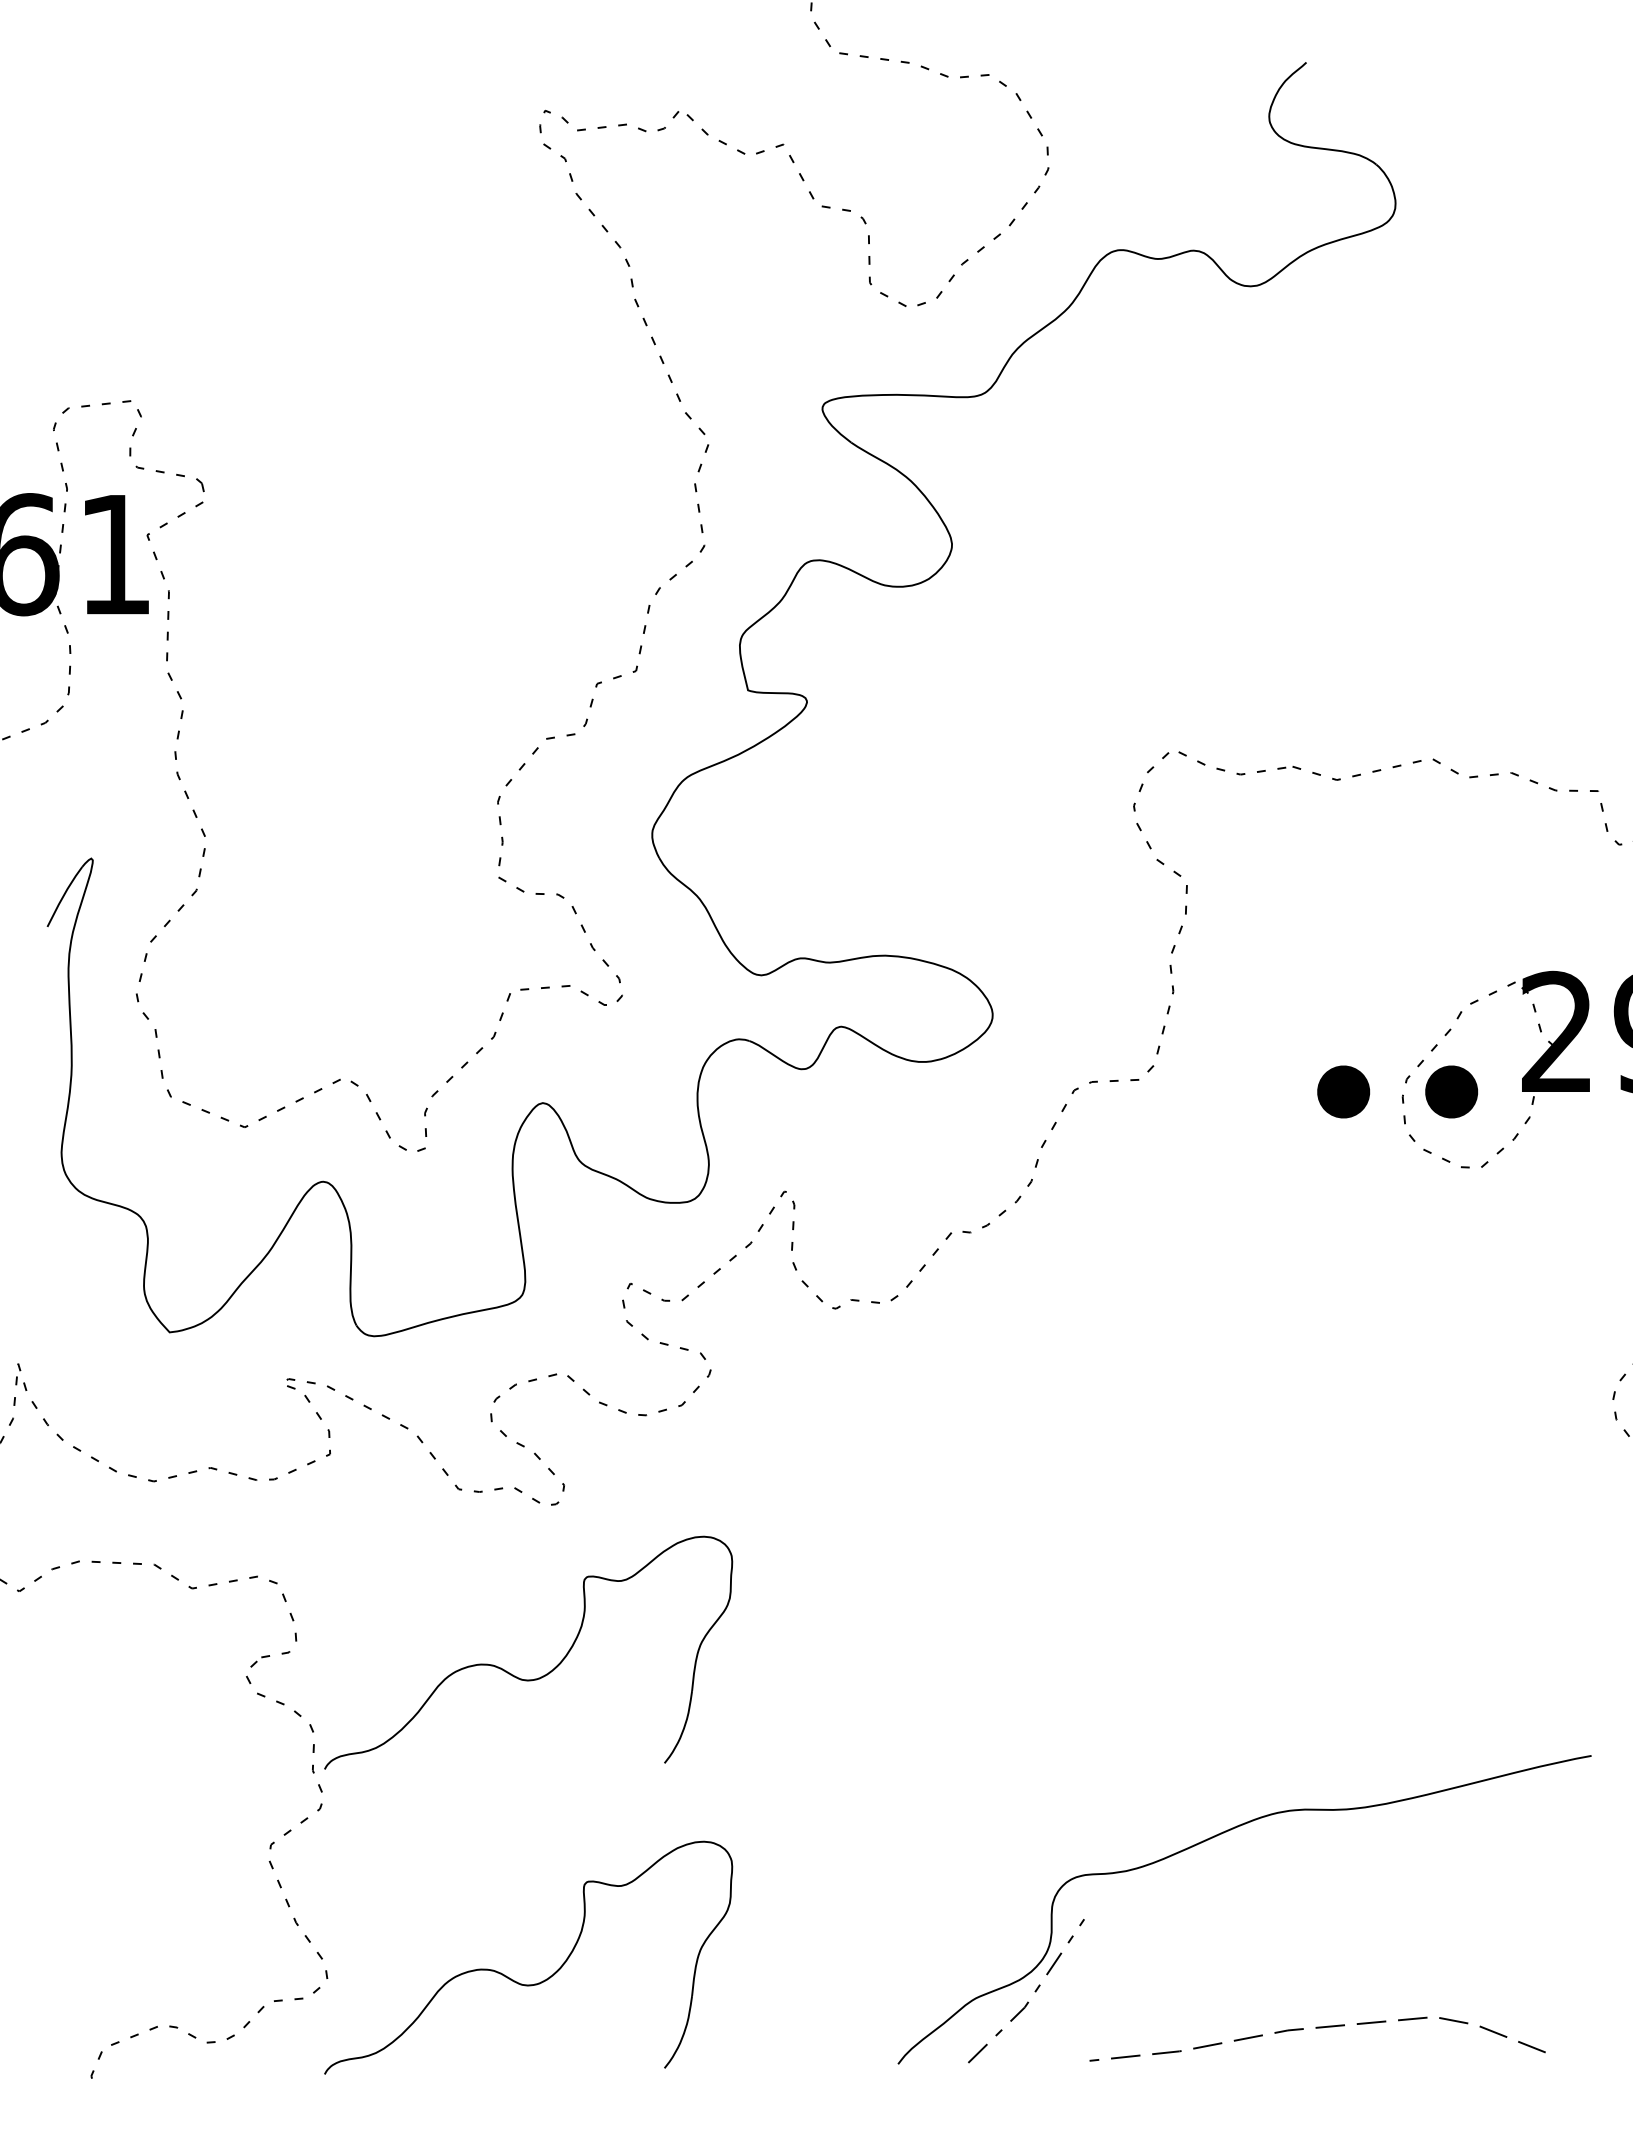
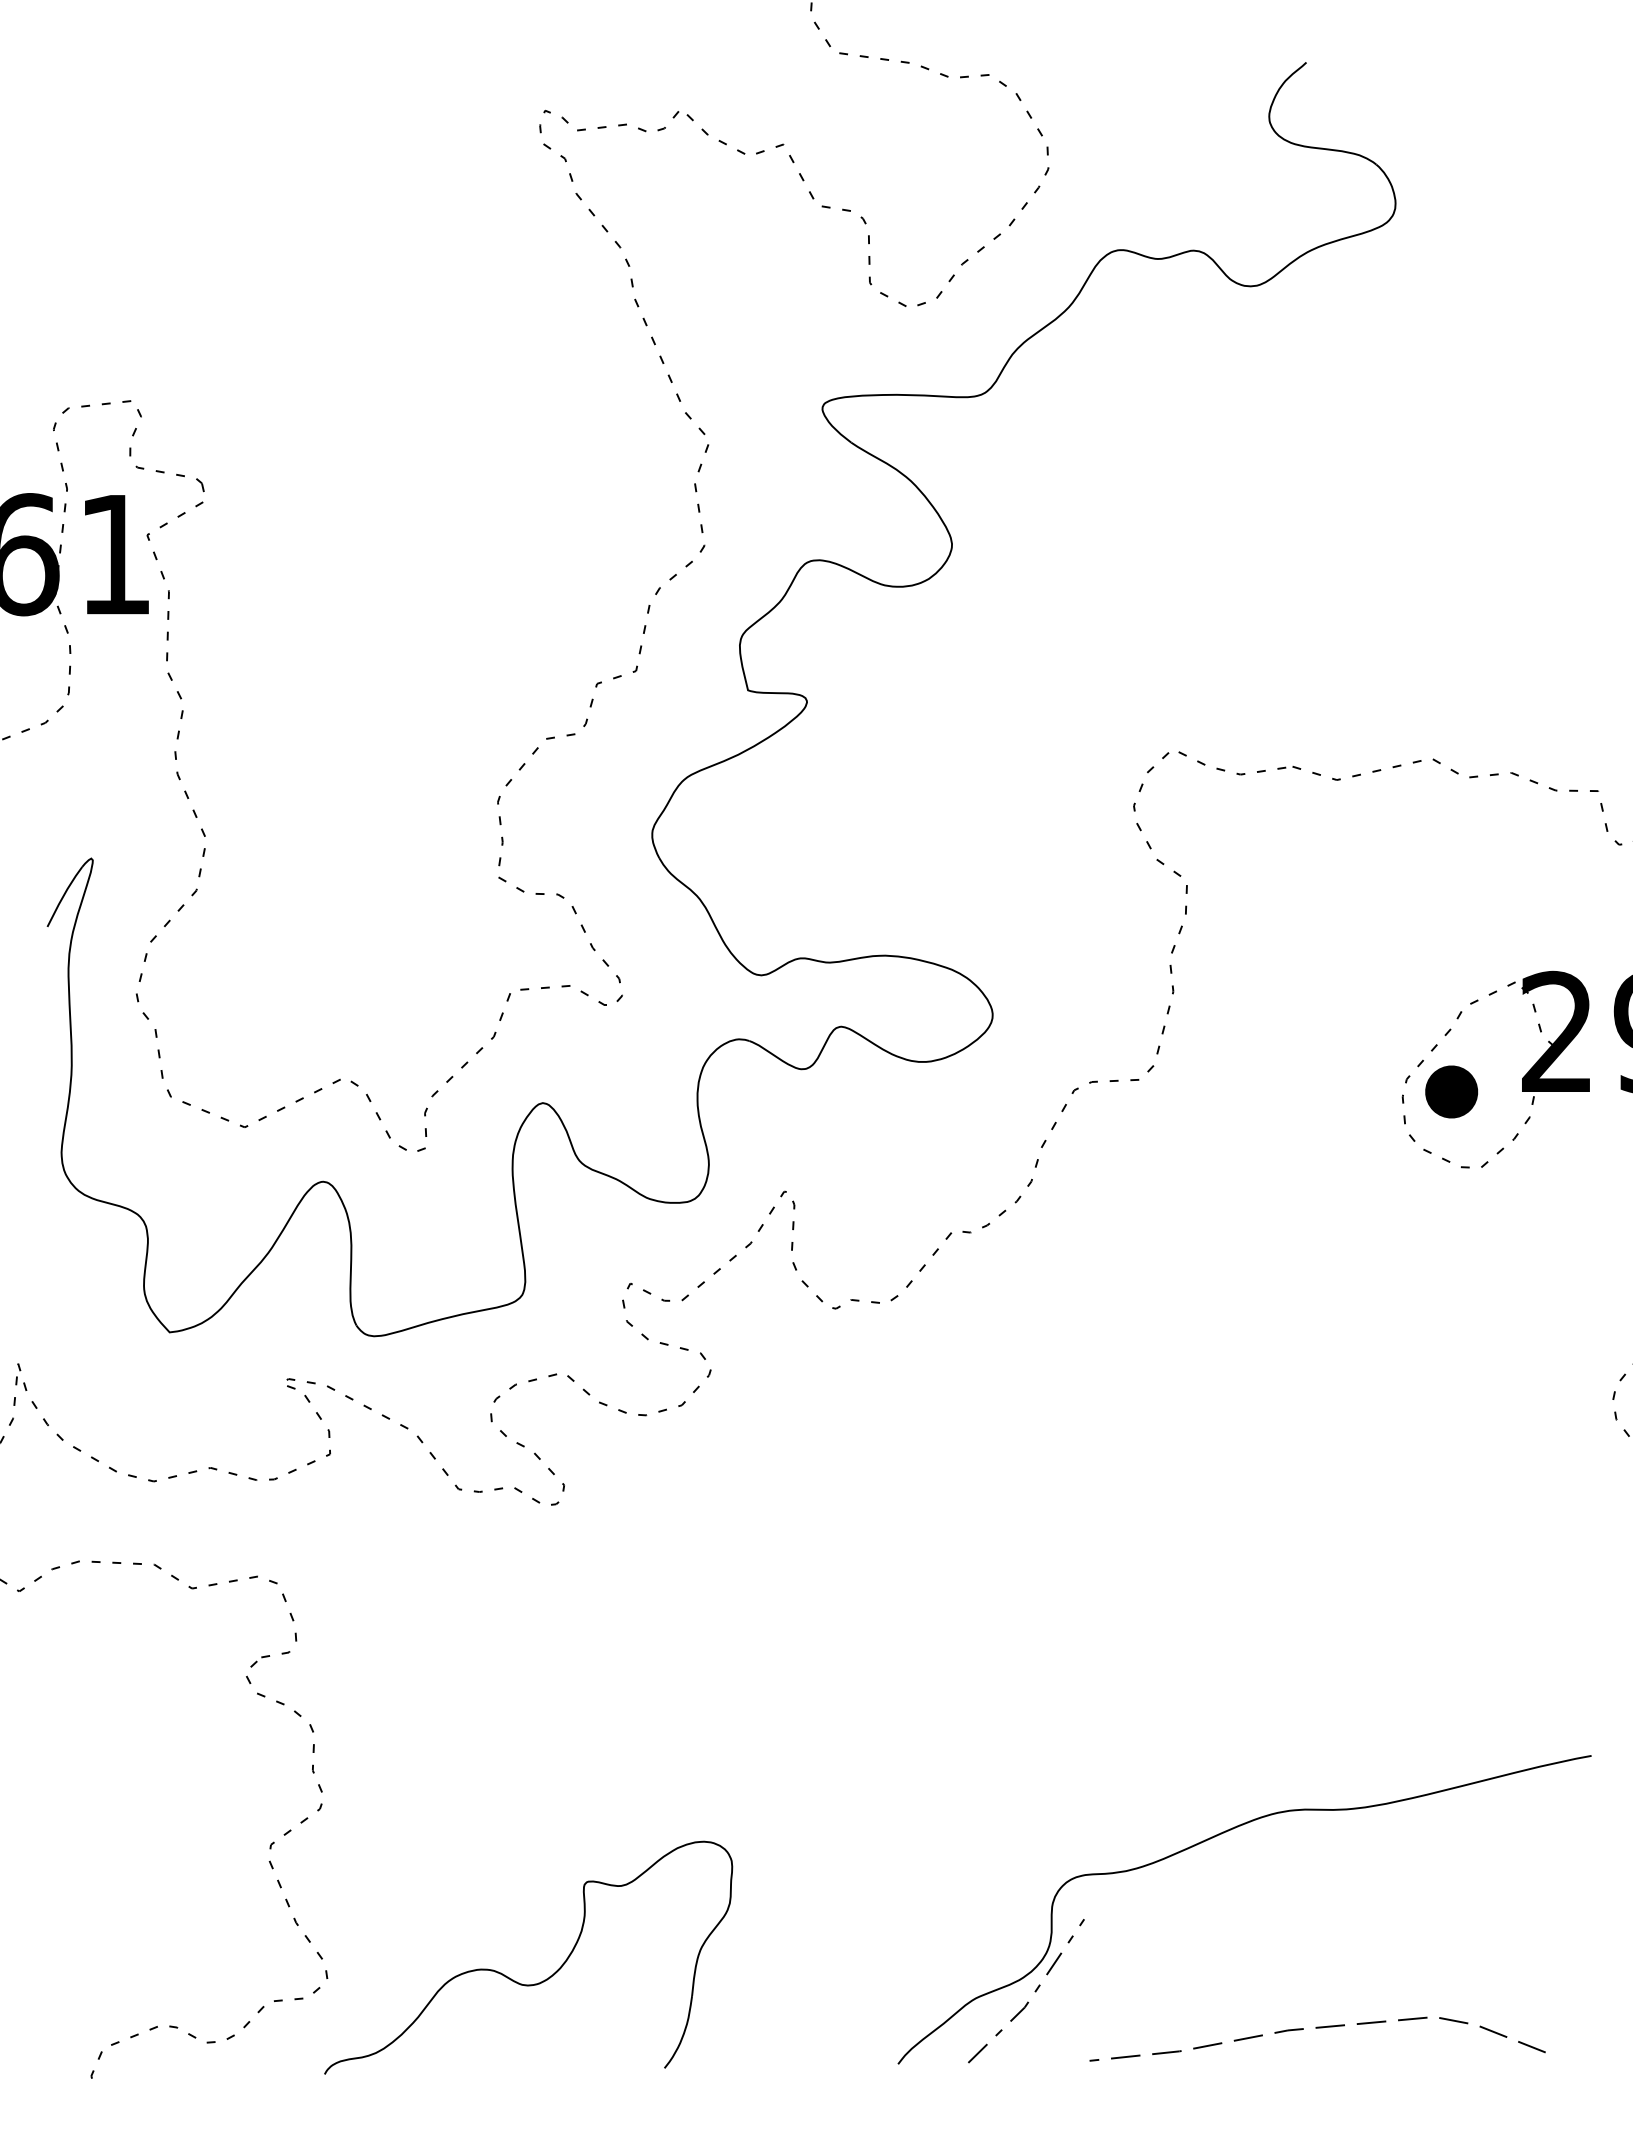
part at (1343, 1091): present -> none
part at (517, 1676): present -> none
